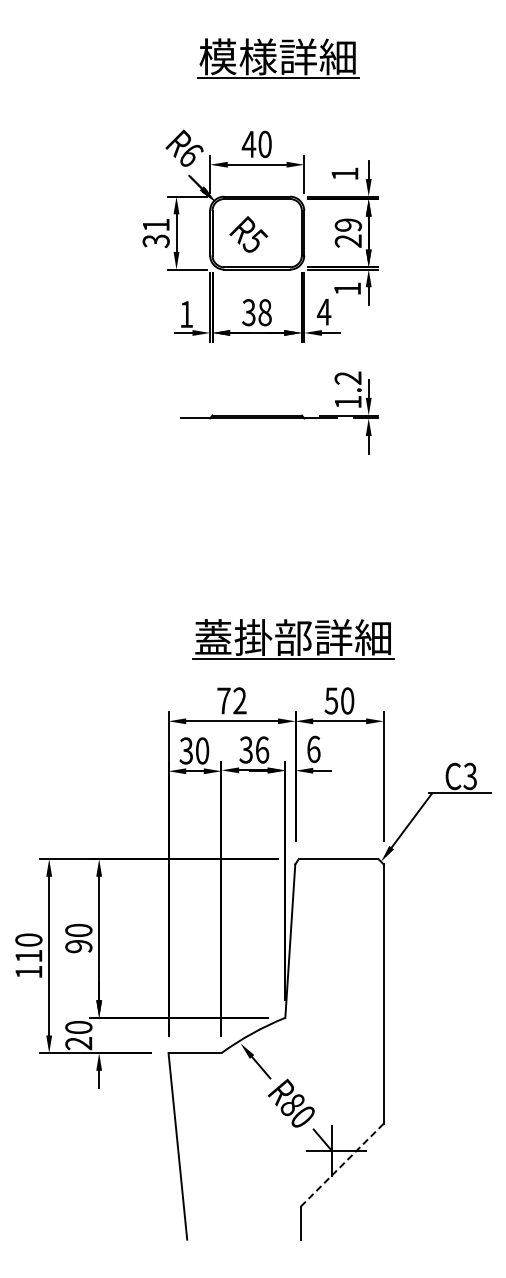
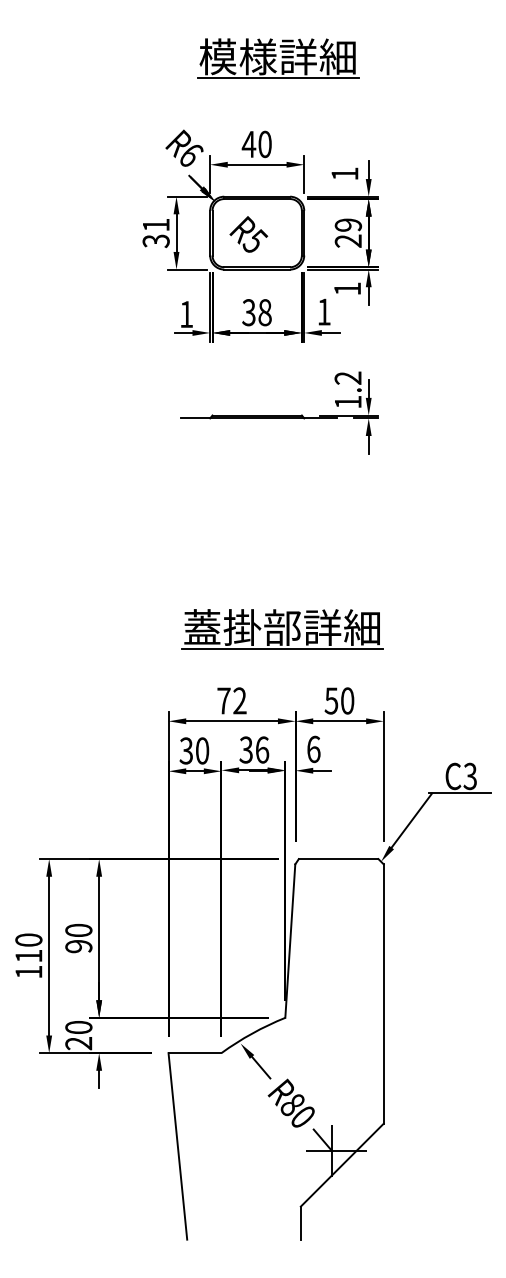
text at (324, 311): 4 -> 1
part at (293, 639) position: (293, 639) -> (282, 629)
line at (342, 1165): dashed -> solid
